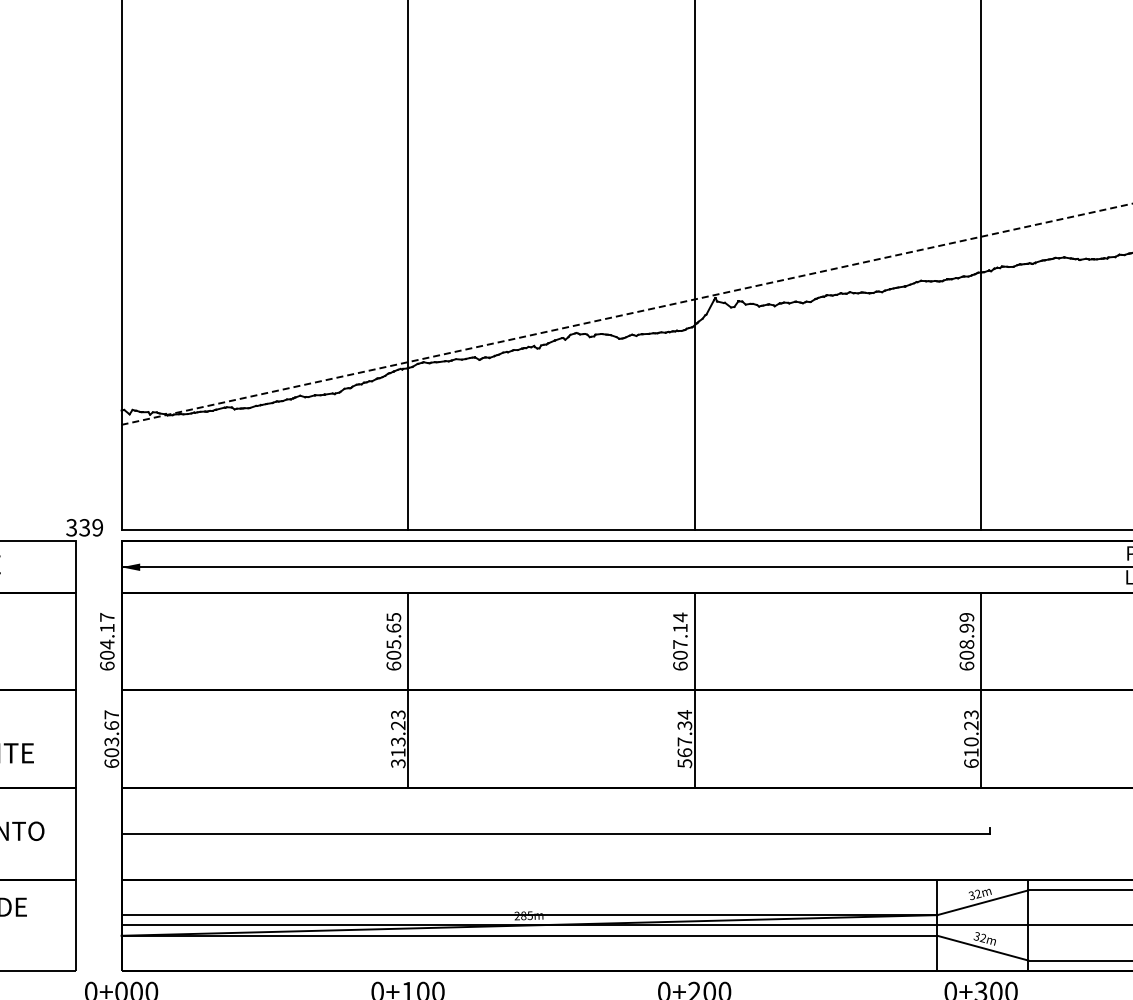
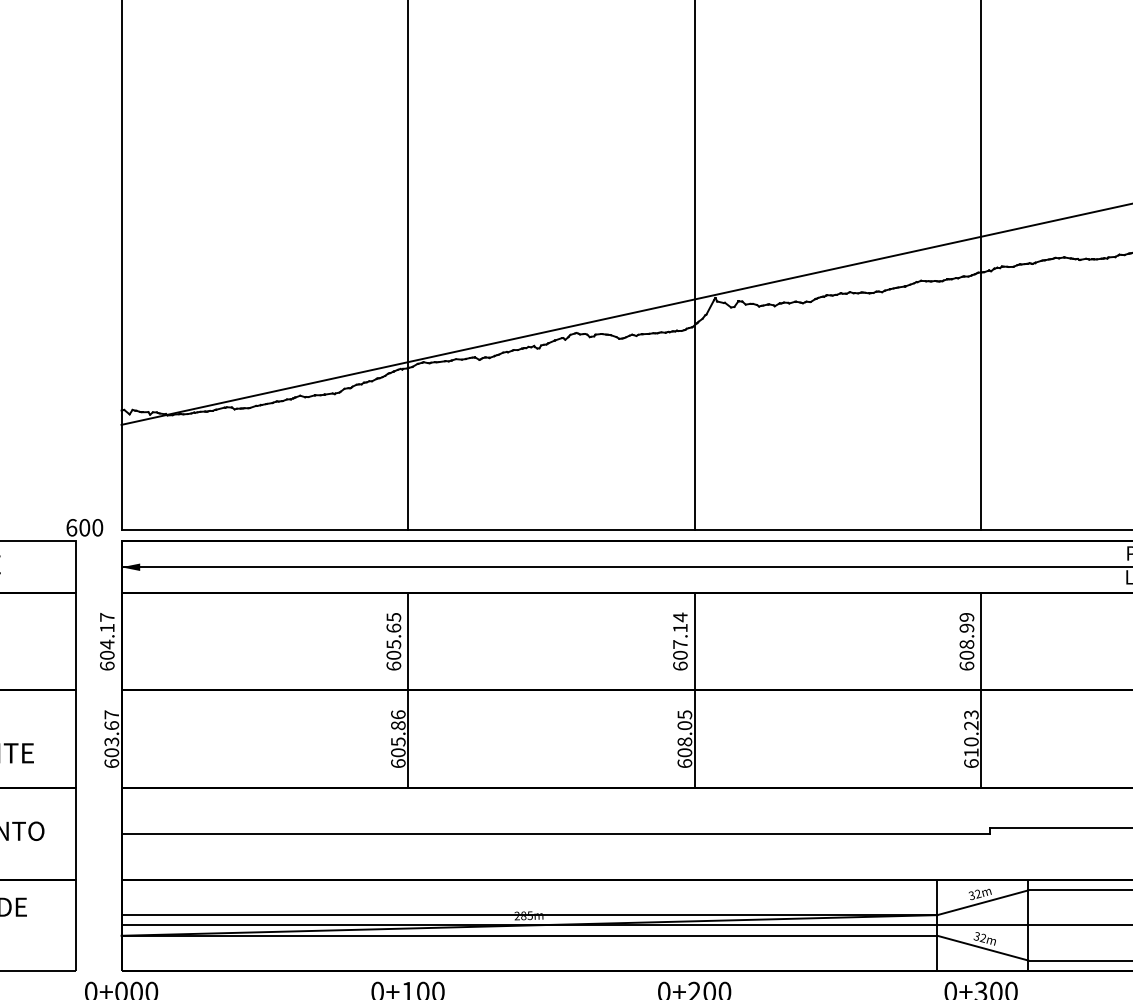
line at (627, 314): dashed -> solid
text at (84, 527): 339 -> 600
text at (398, 739): 313.23 -> 605.86
text at (684, 739): 567.34 -> 608.05
line at (1059, 827): none -> present
